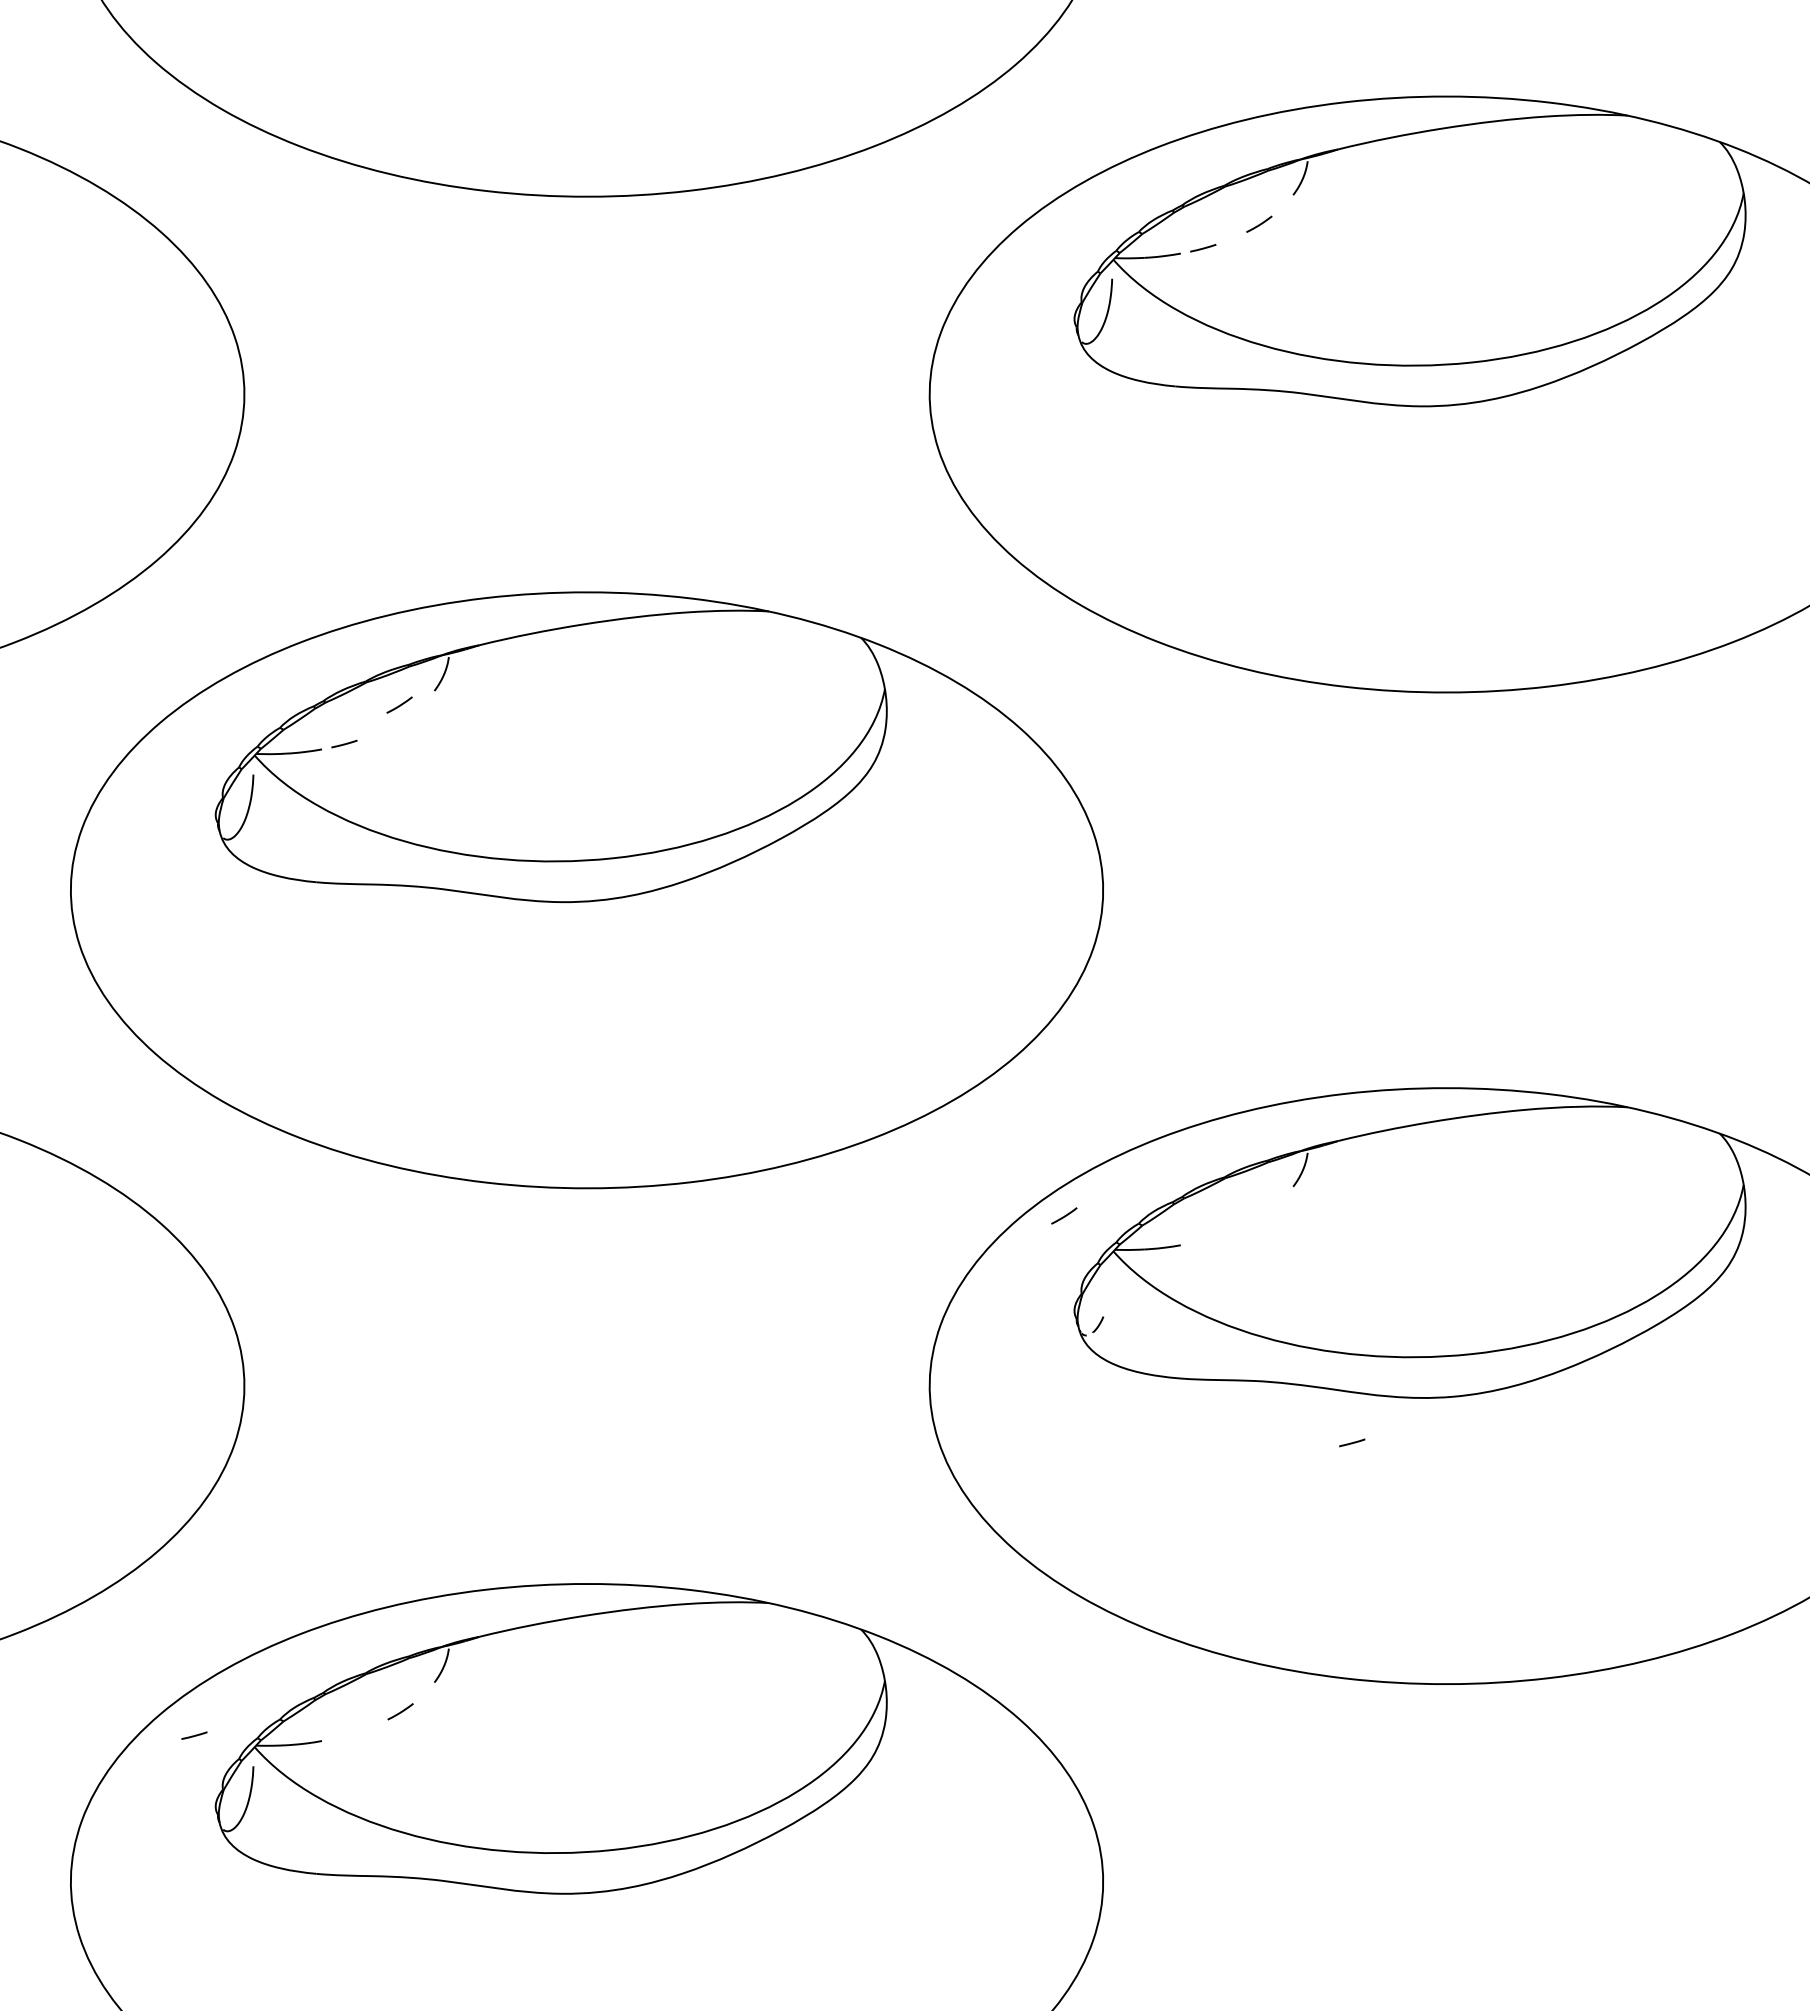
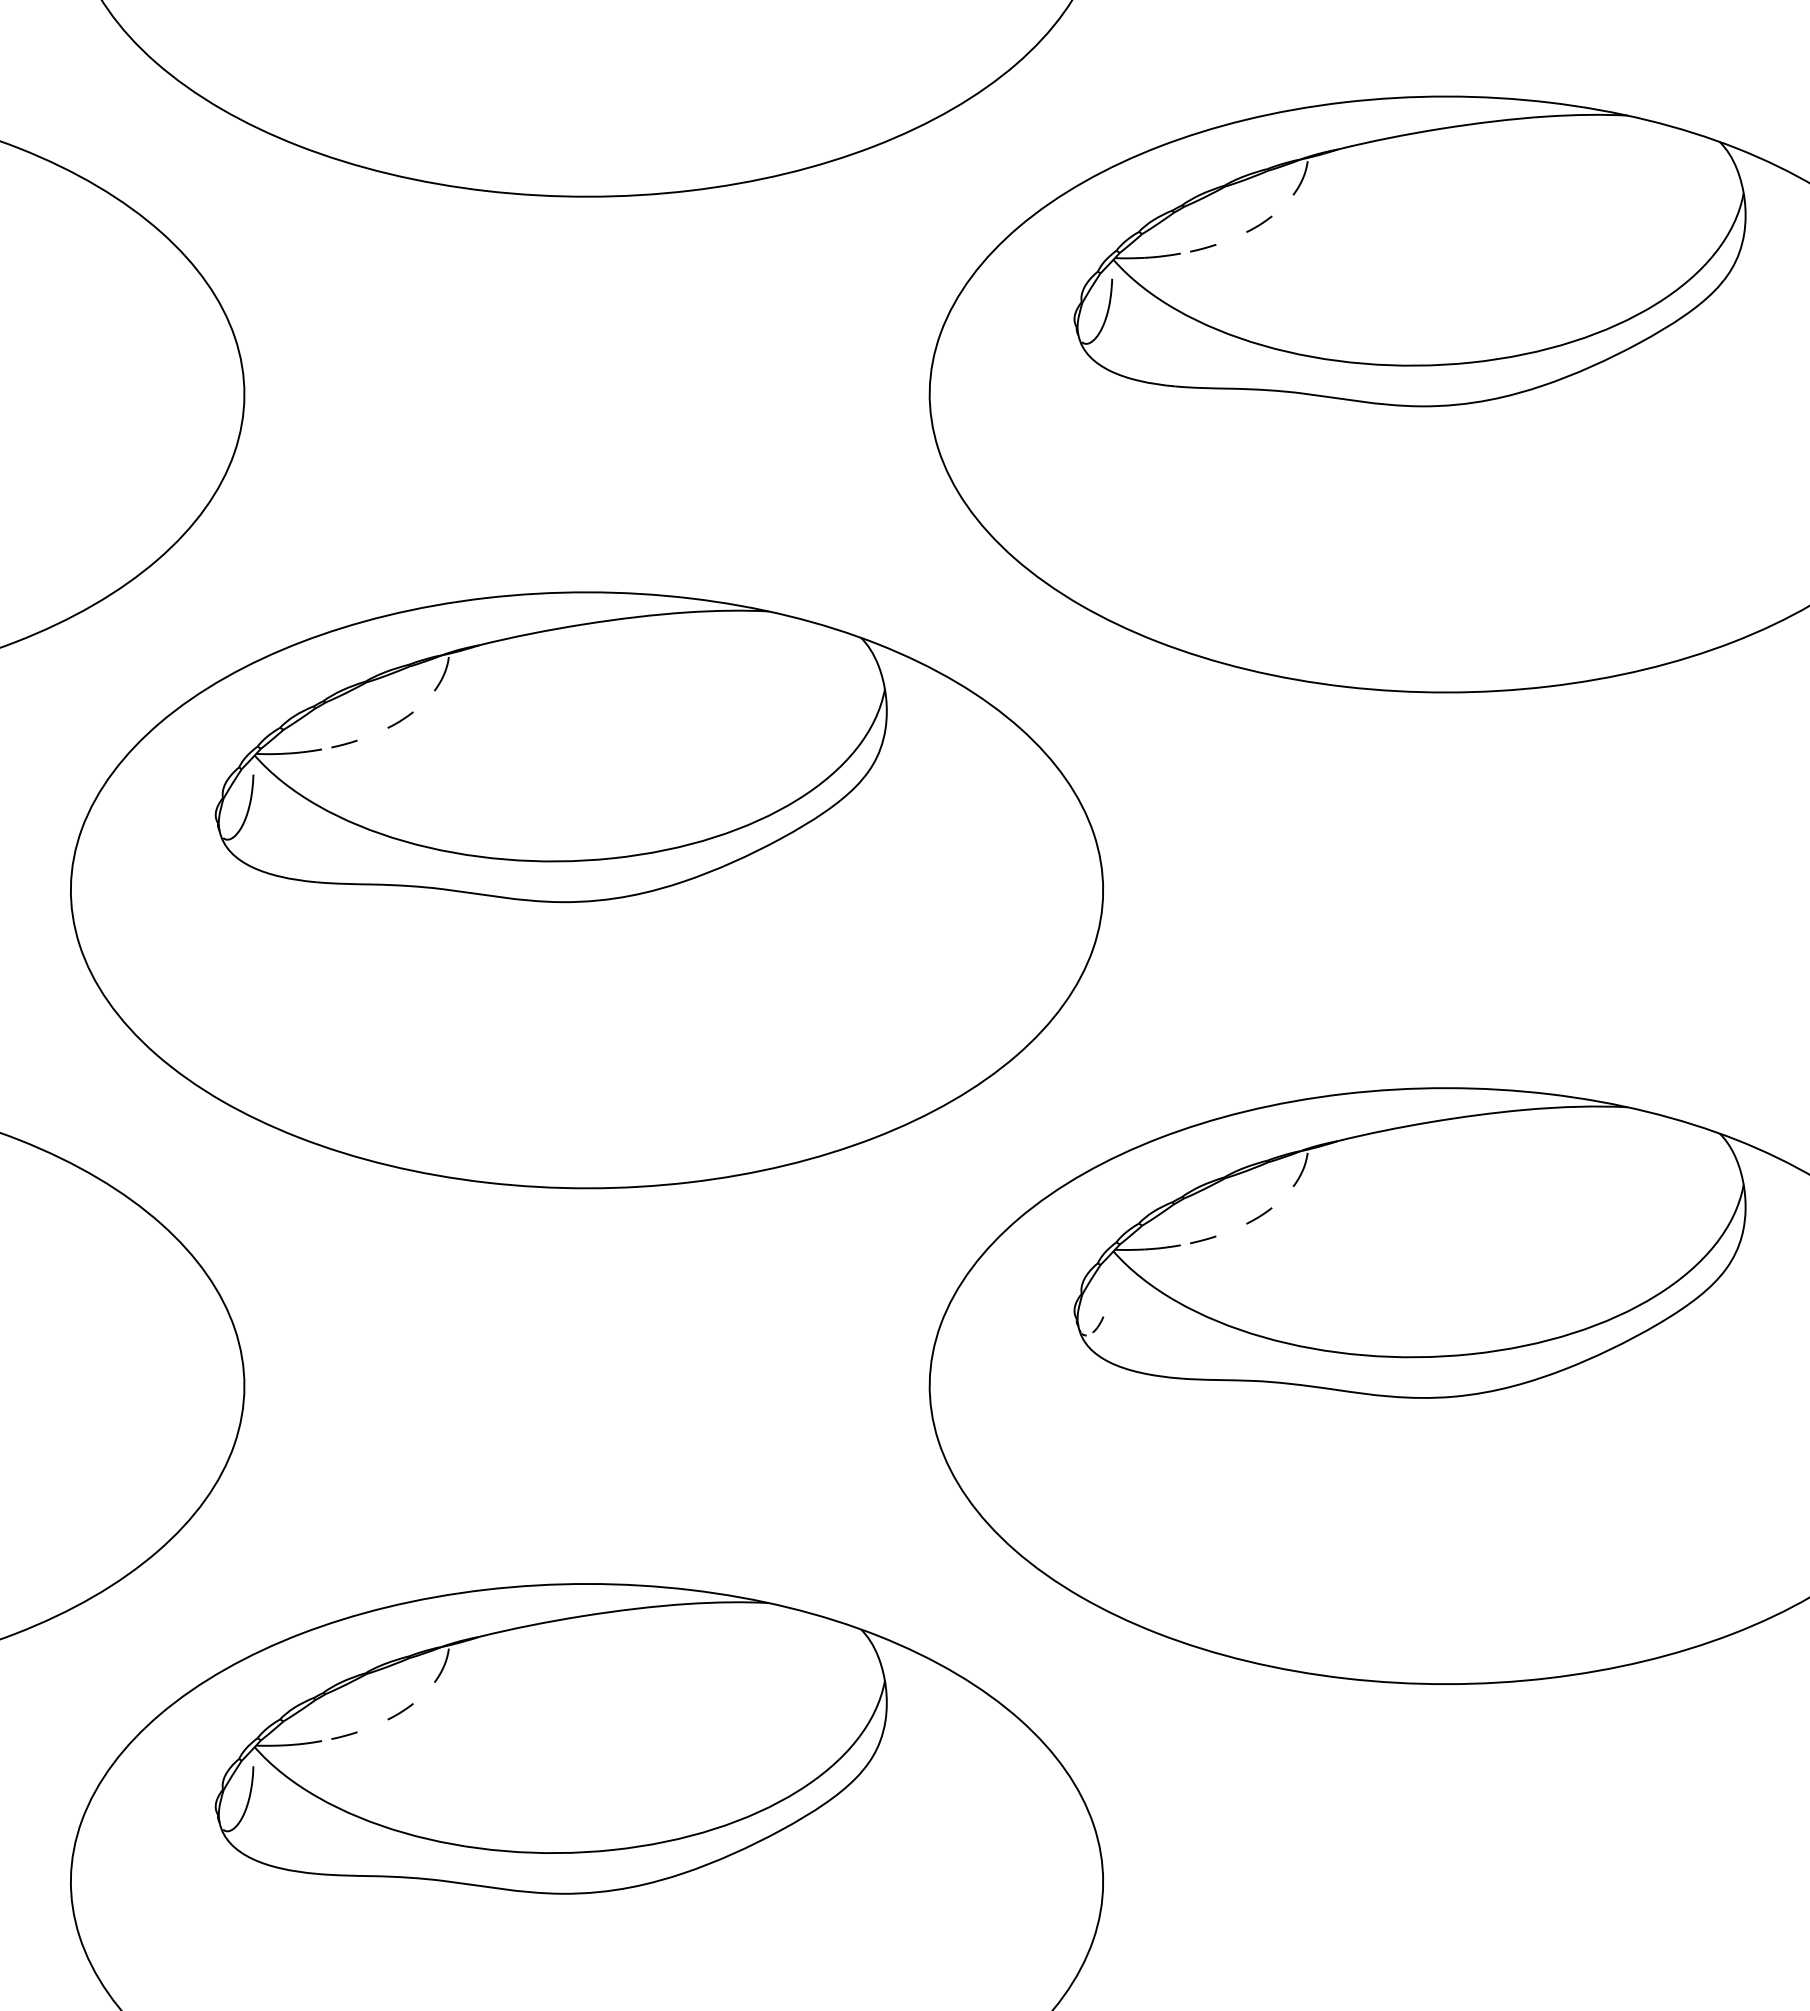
line at (399, 704) position: (399, 704) -> (400, 719)
line at (1064, 1215) position: (1064, 1215) -> (1259, 1215)
line at (1352, 1442) position: (1352, 1442) -> (1203, 1239)
line at (194, 1735) position: (194, 1735) -> (344, 1735)
